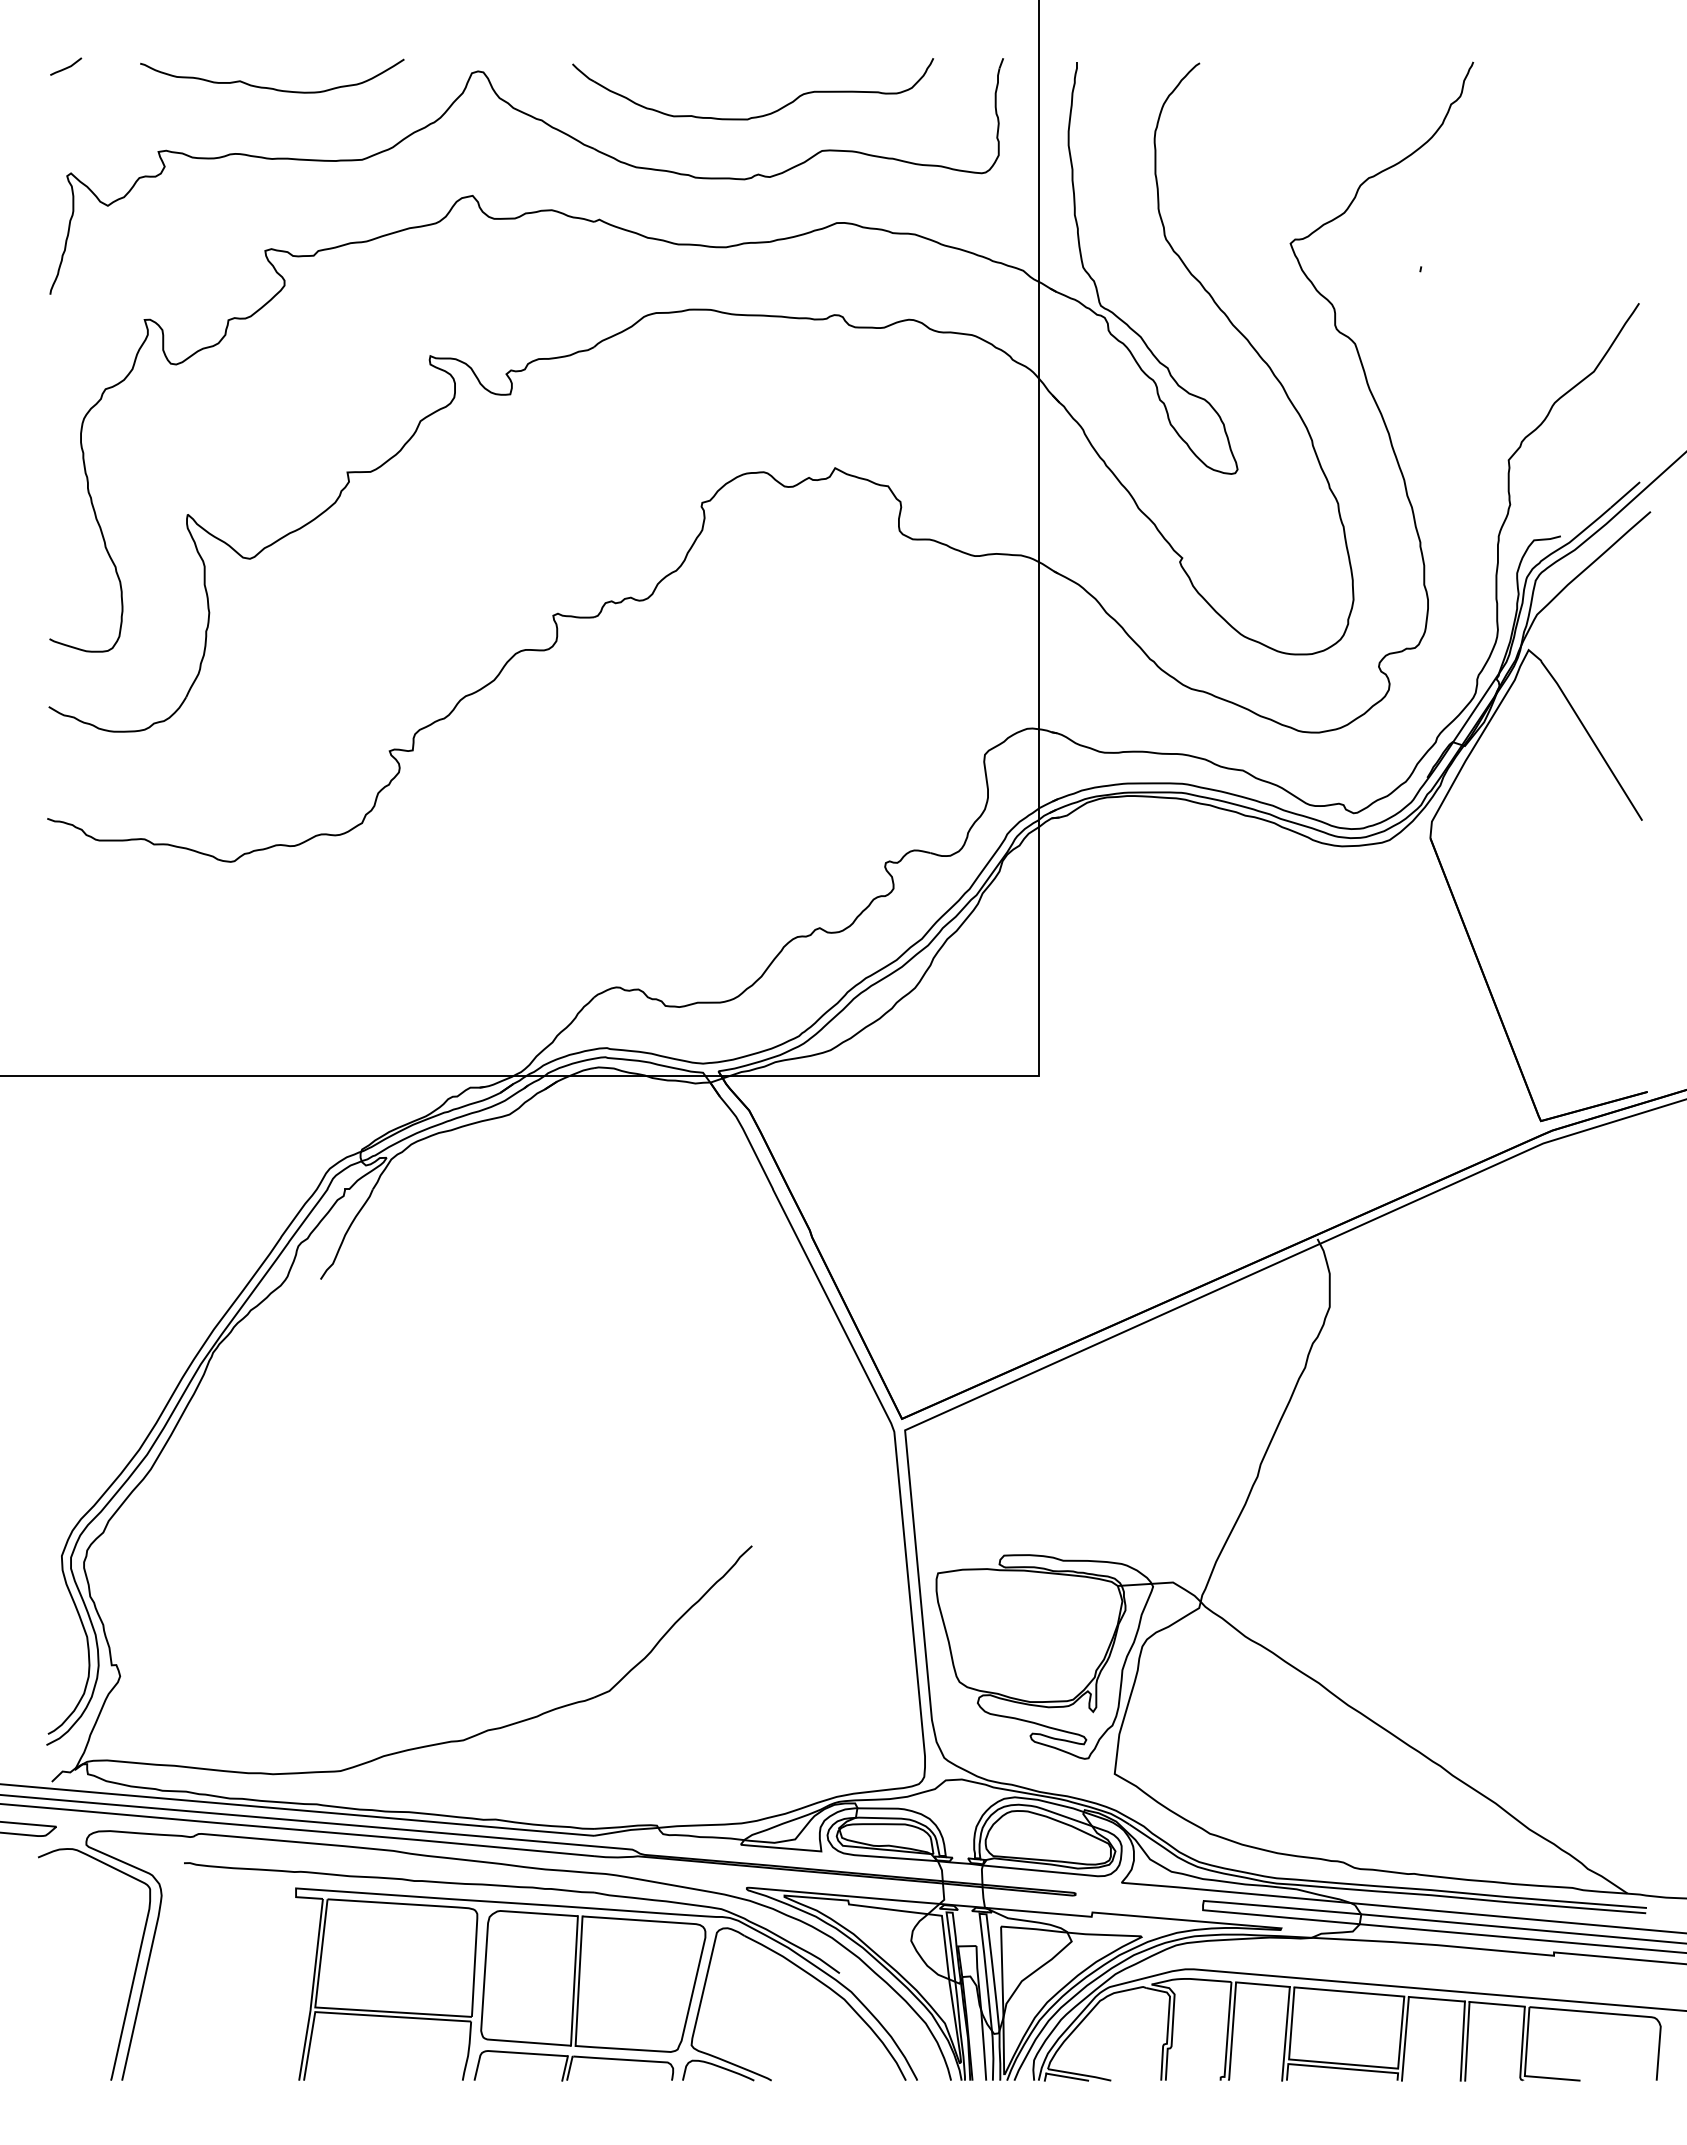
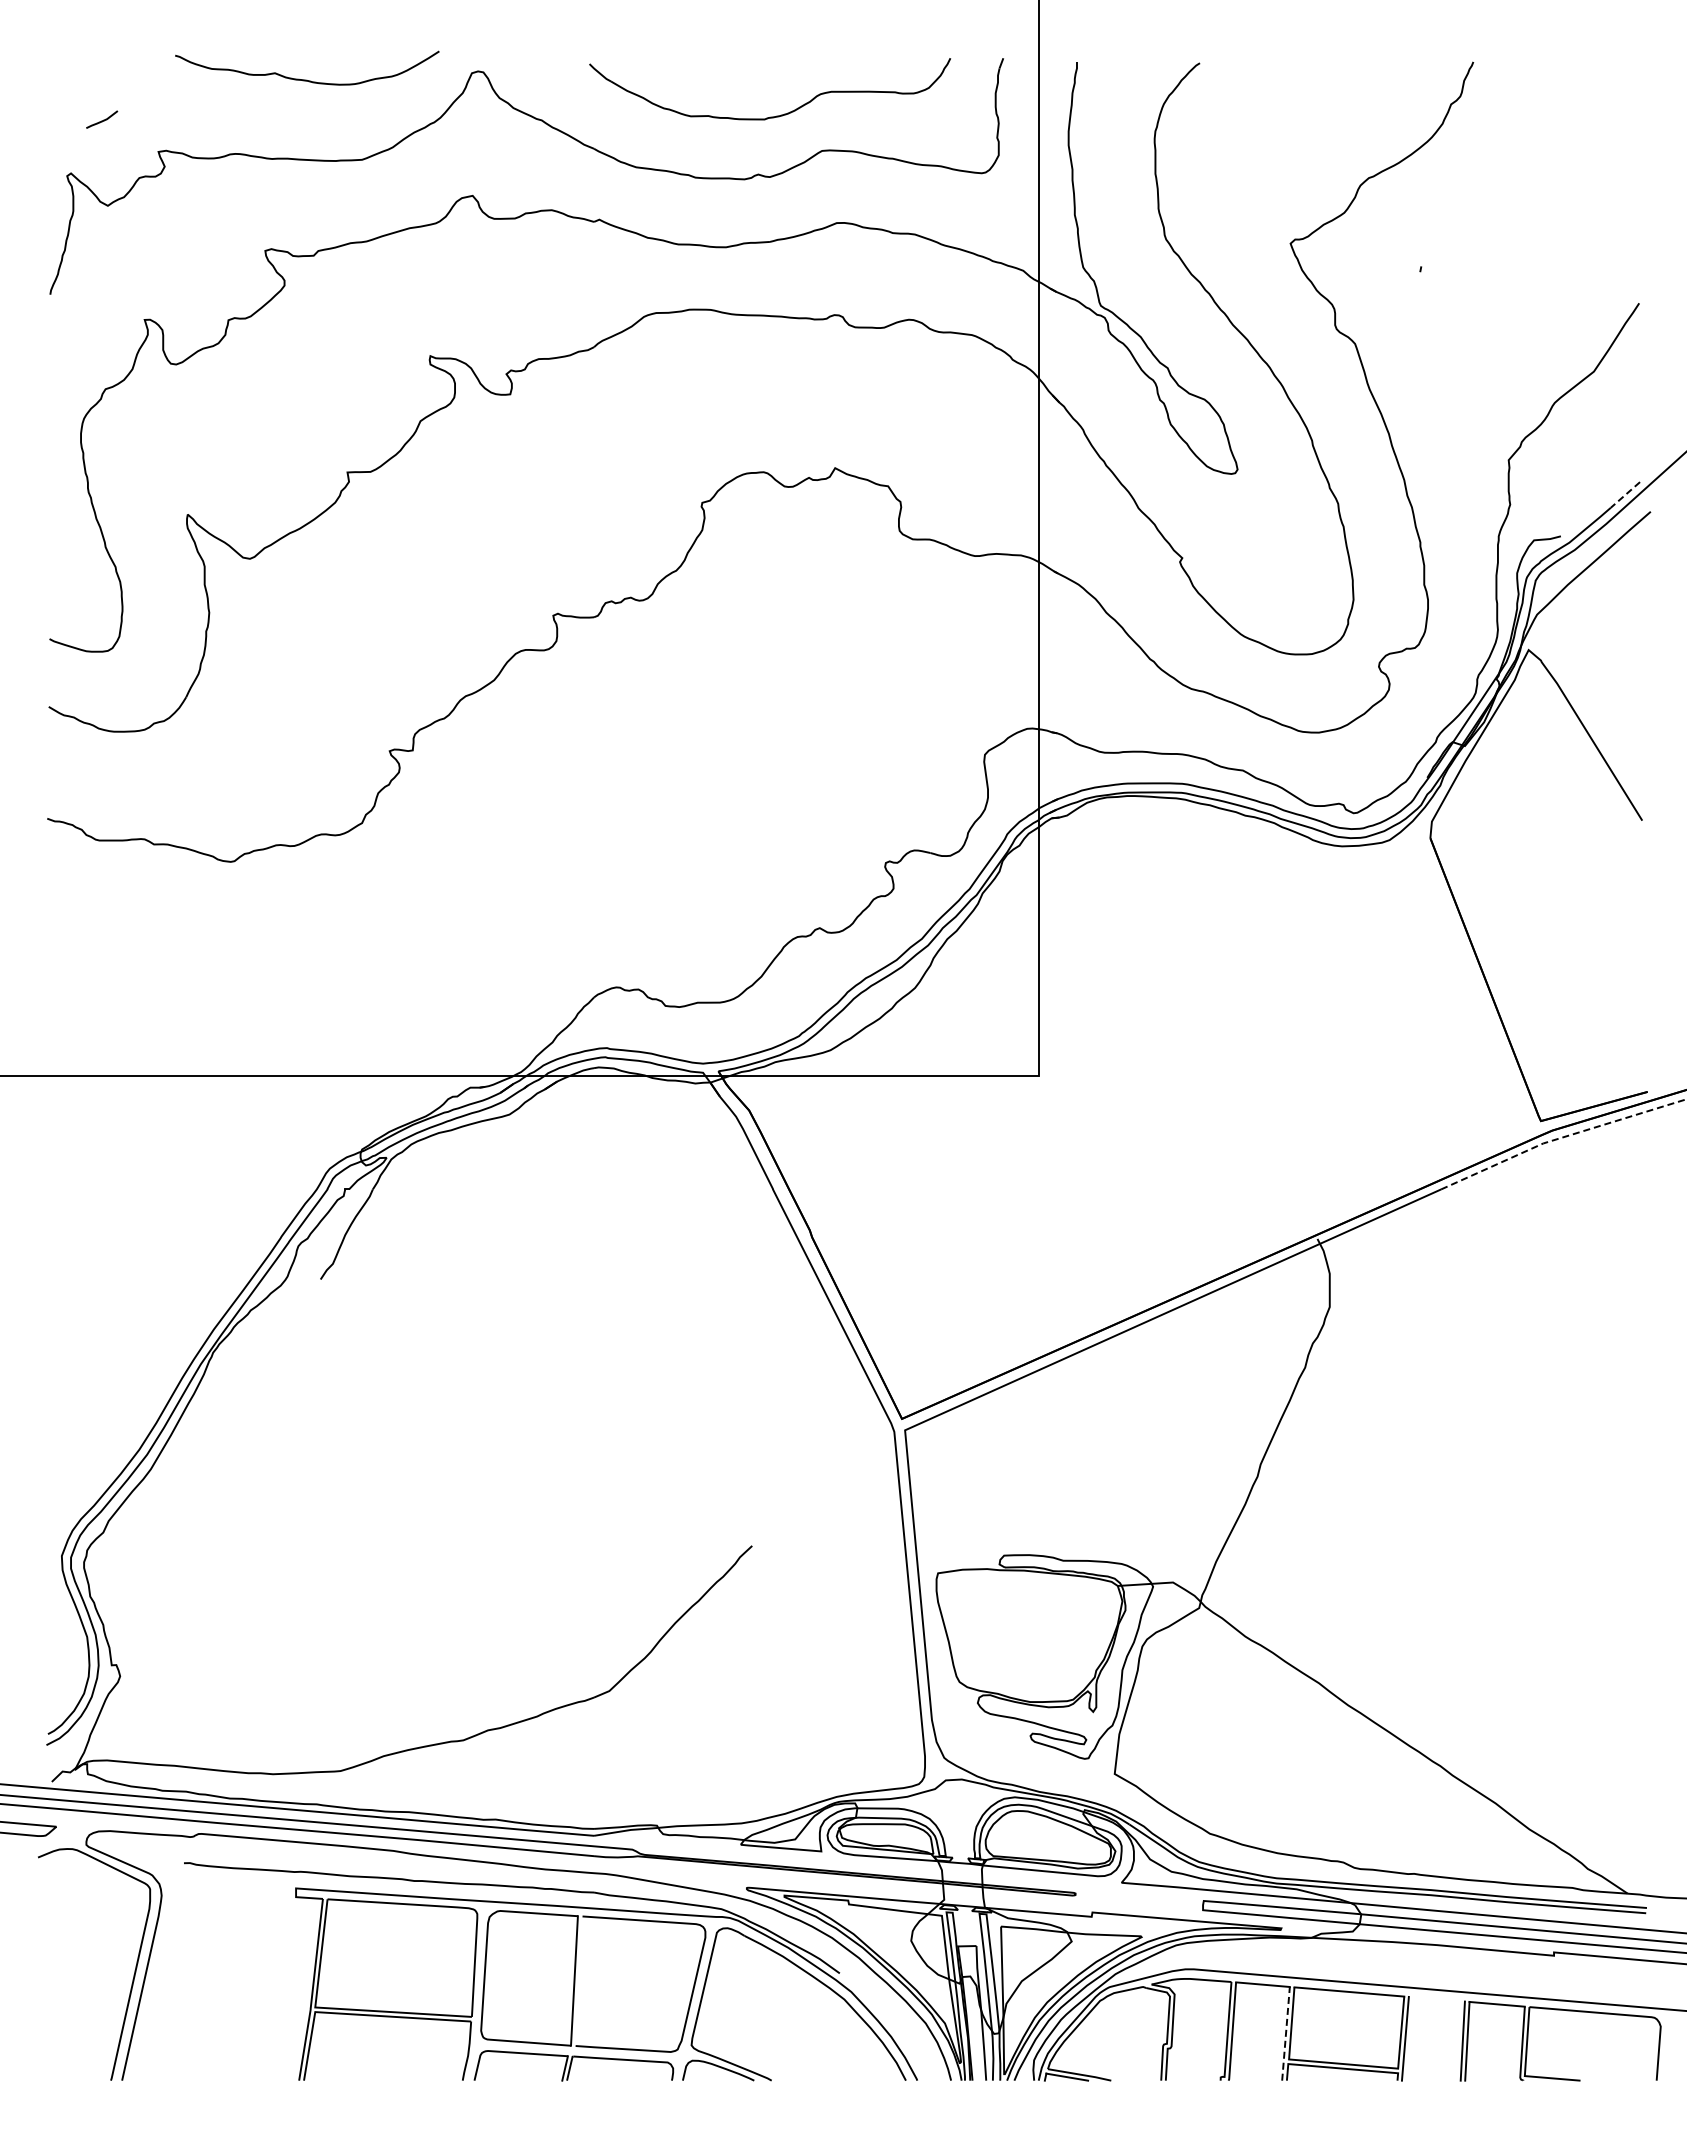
curve at (67, 66) position: (67, 66) -> (103, 119)
curve at (271, 87) position: (271, 87) -> (306, 79)
part at (759, 115) position: (759, 115) -> (776, 115)
line at (1625, 495): solid -> dashed
line at (1560, 1138): solid -> dashed
line at (578, 1980): present -> none
line at (1436, 1998): present -> none
line at (1286, 2033): solid -> dashed
